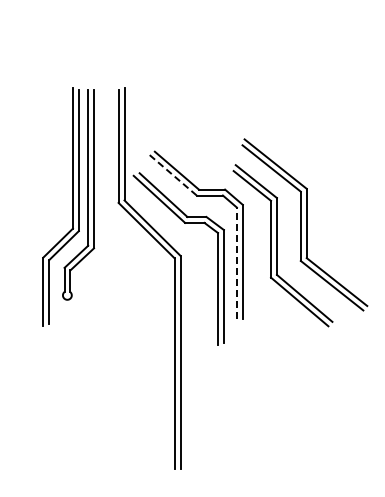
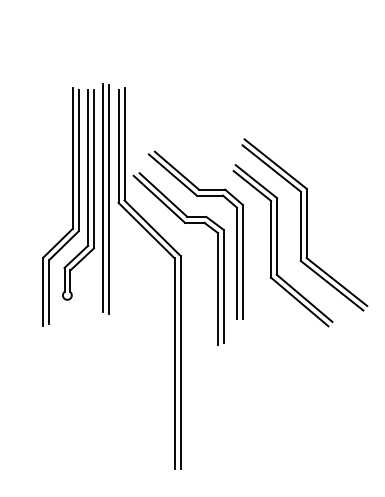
line at (172, 174): dashed -> solid
line at (103, 197): none -> present
line at (109, 199): none -> present
line at (236, 263): dashed -> solid
